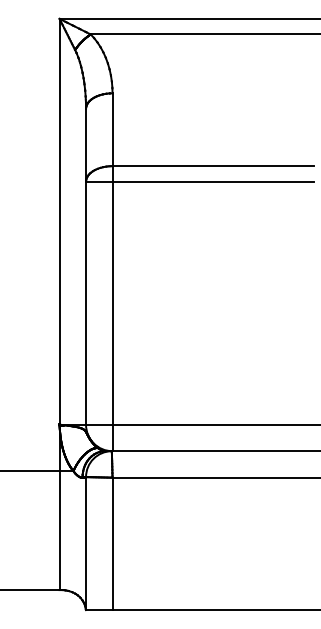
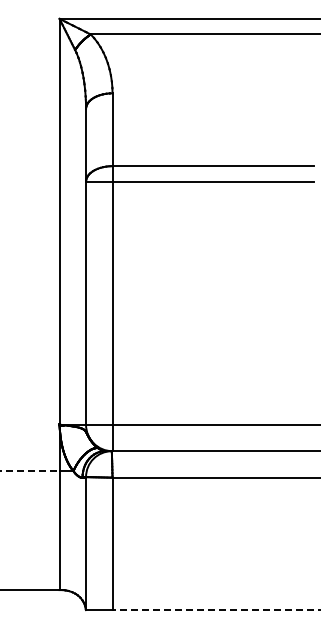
line at (30, 471): solid -> dashed
line at (216, 610): solid -> dashed
